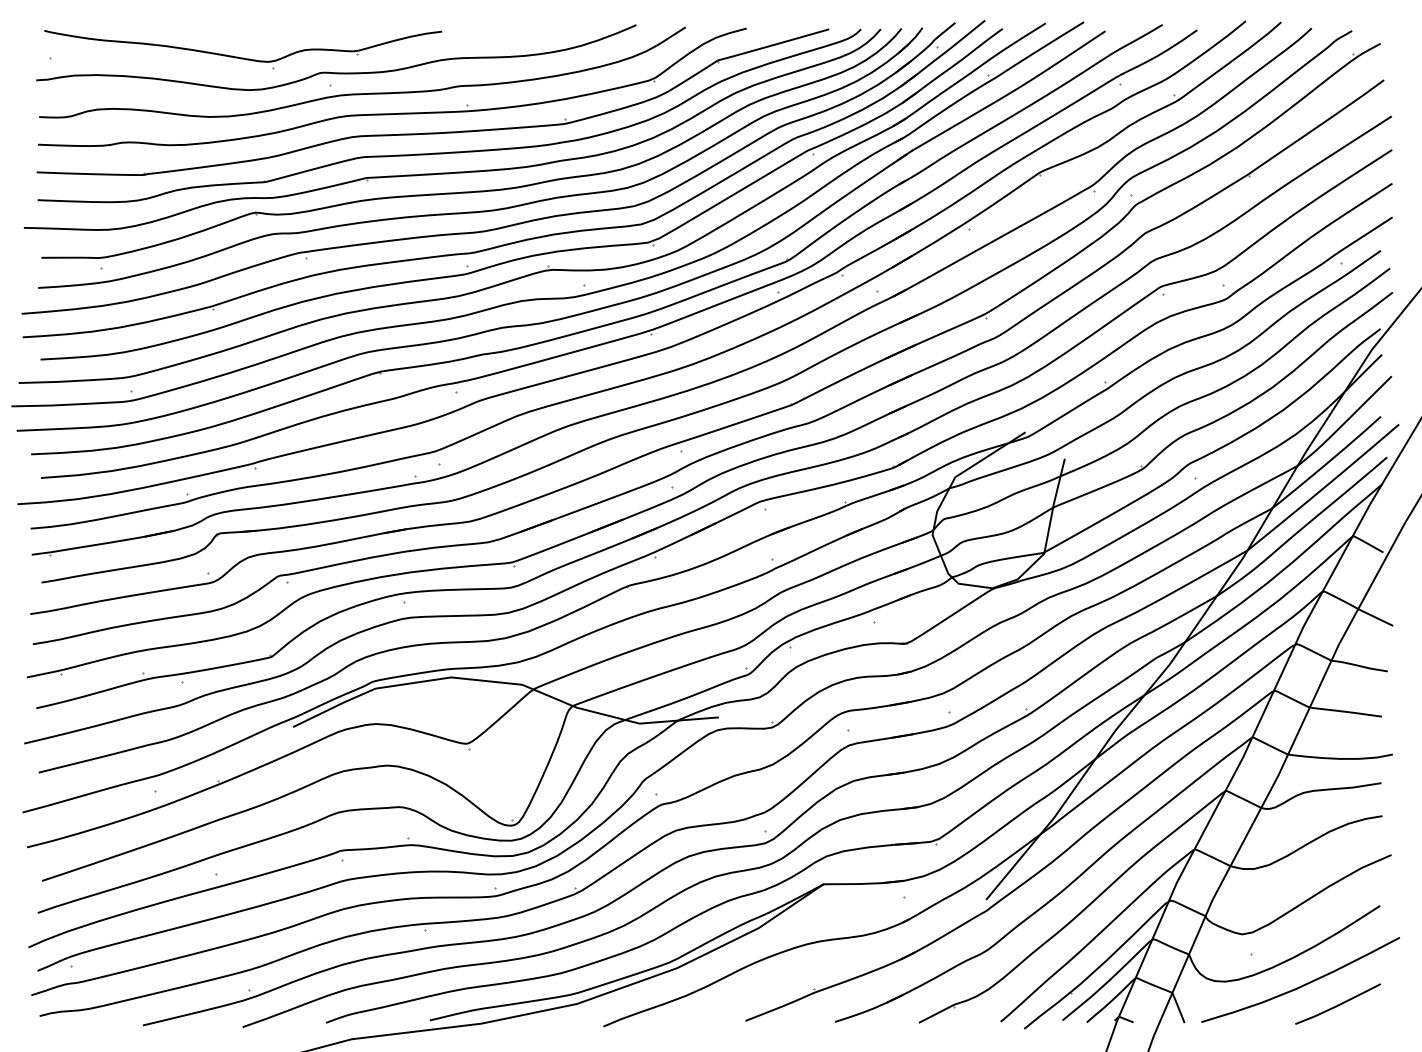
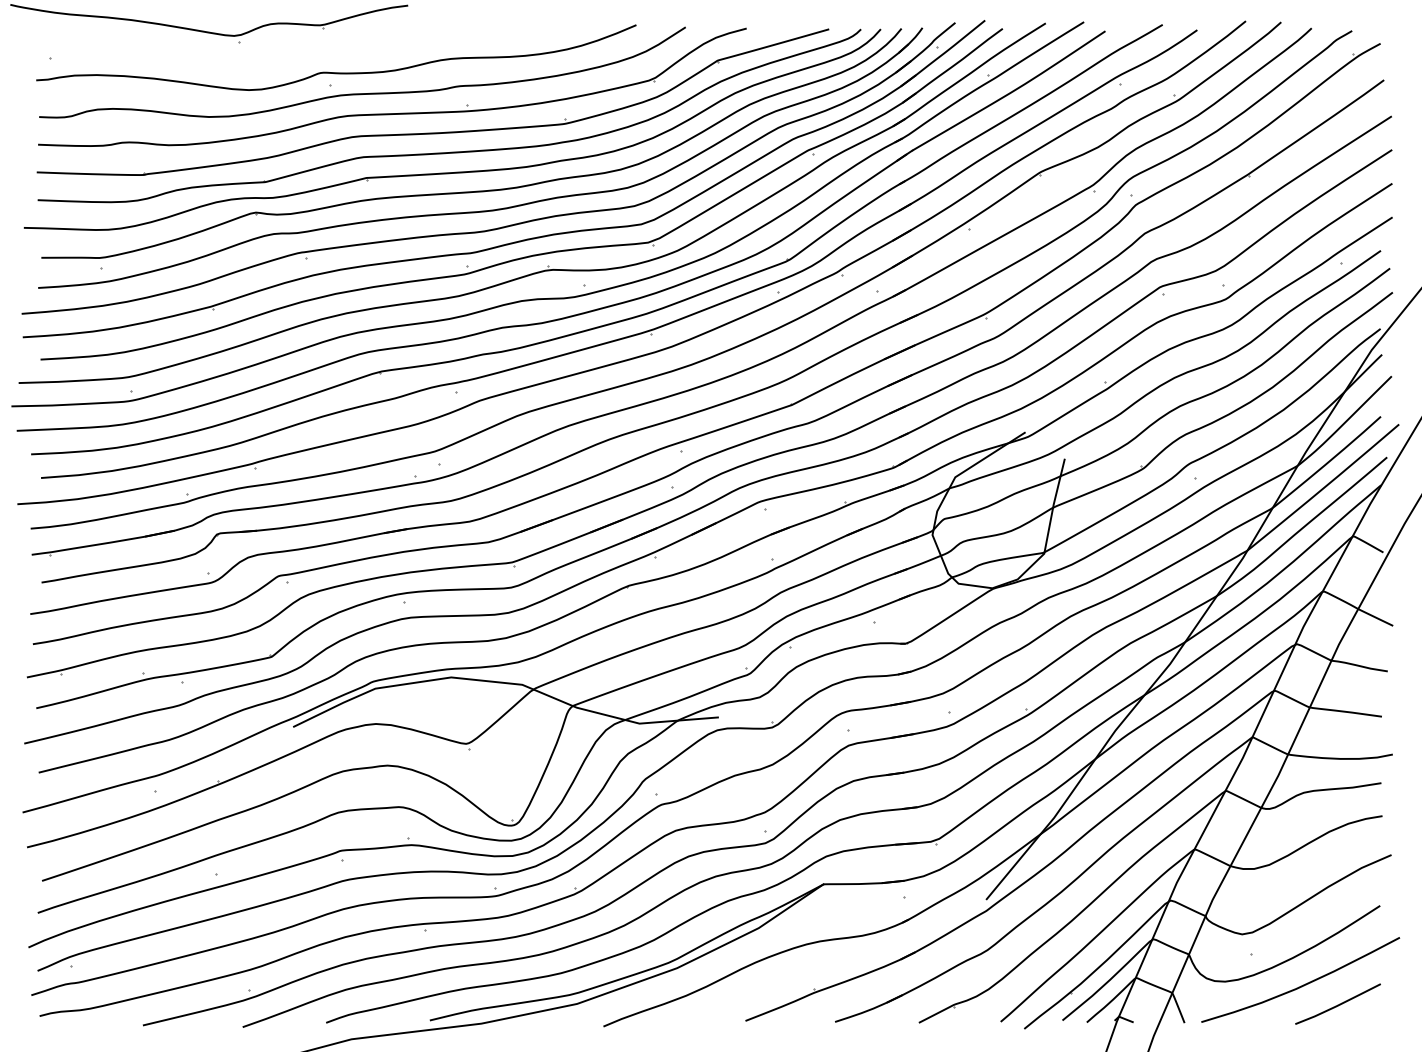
part at (243, 57) position: (243, 57) -> (209, 31)
